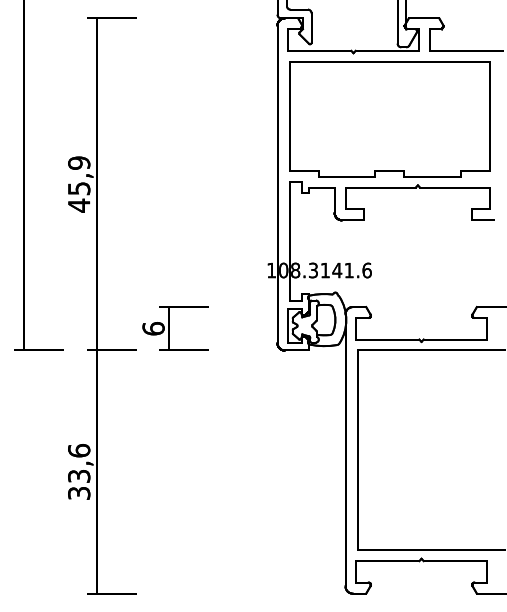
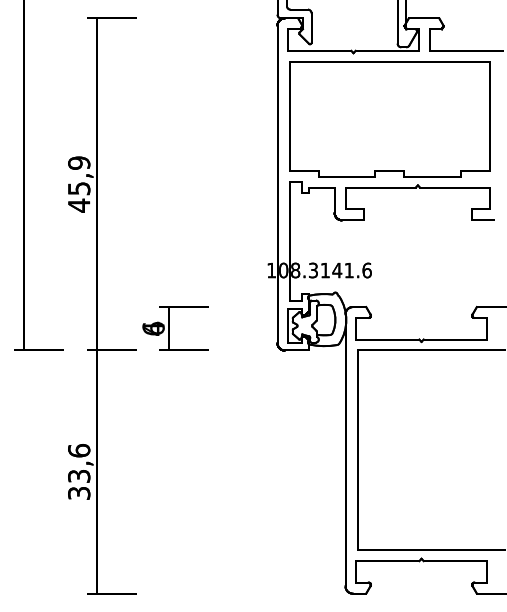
text at (153, 328): 6 -> 4
